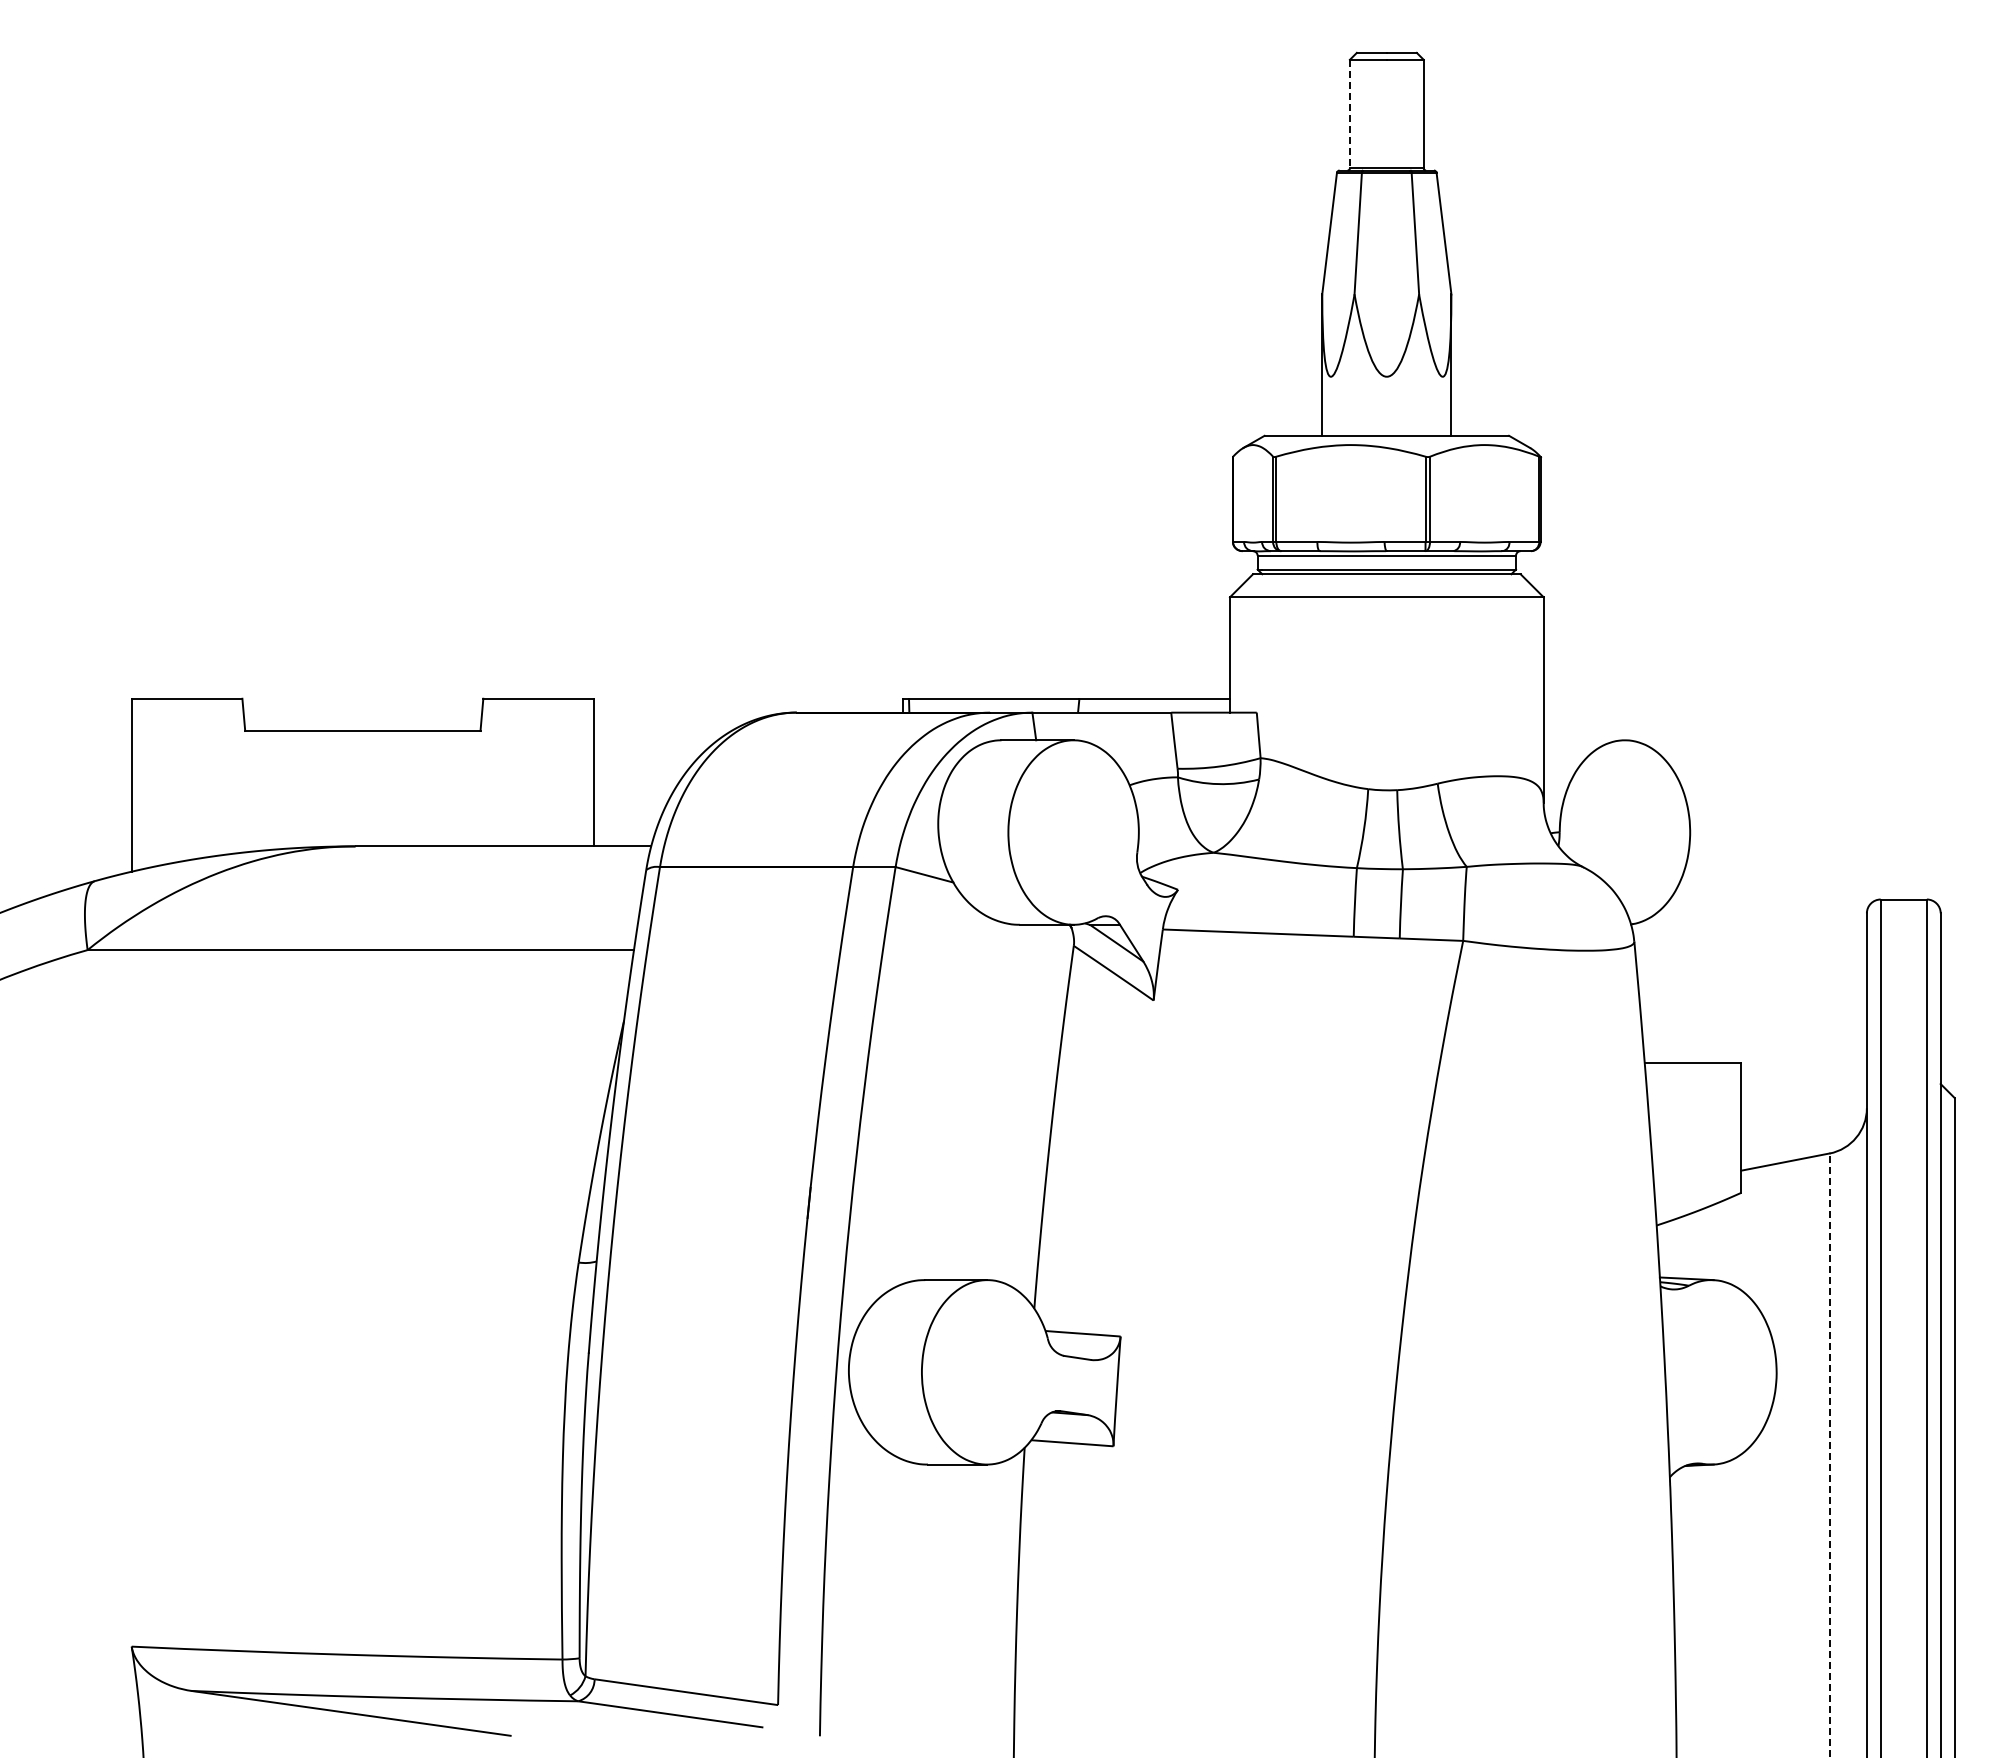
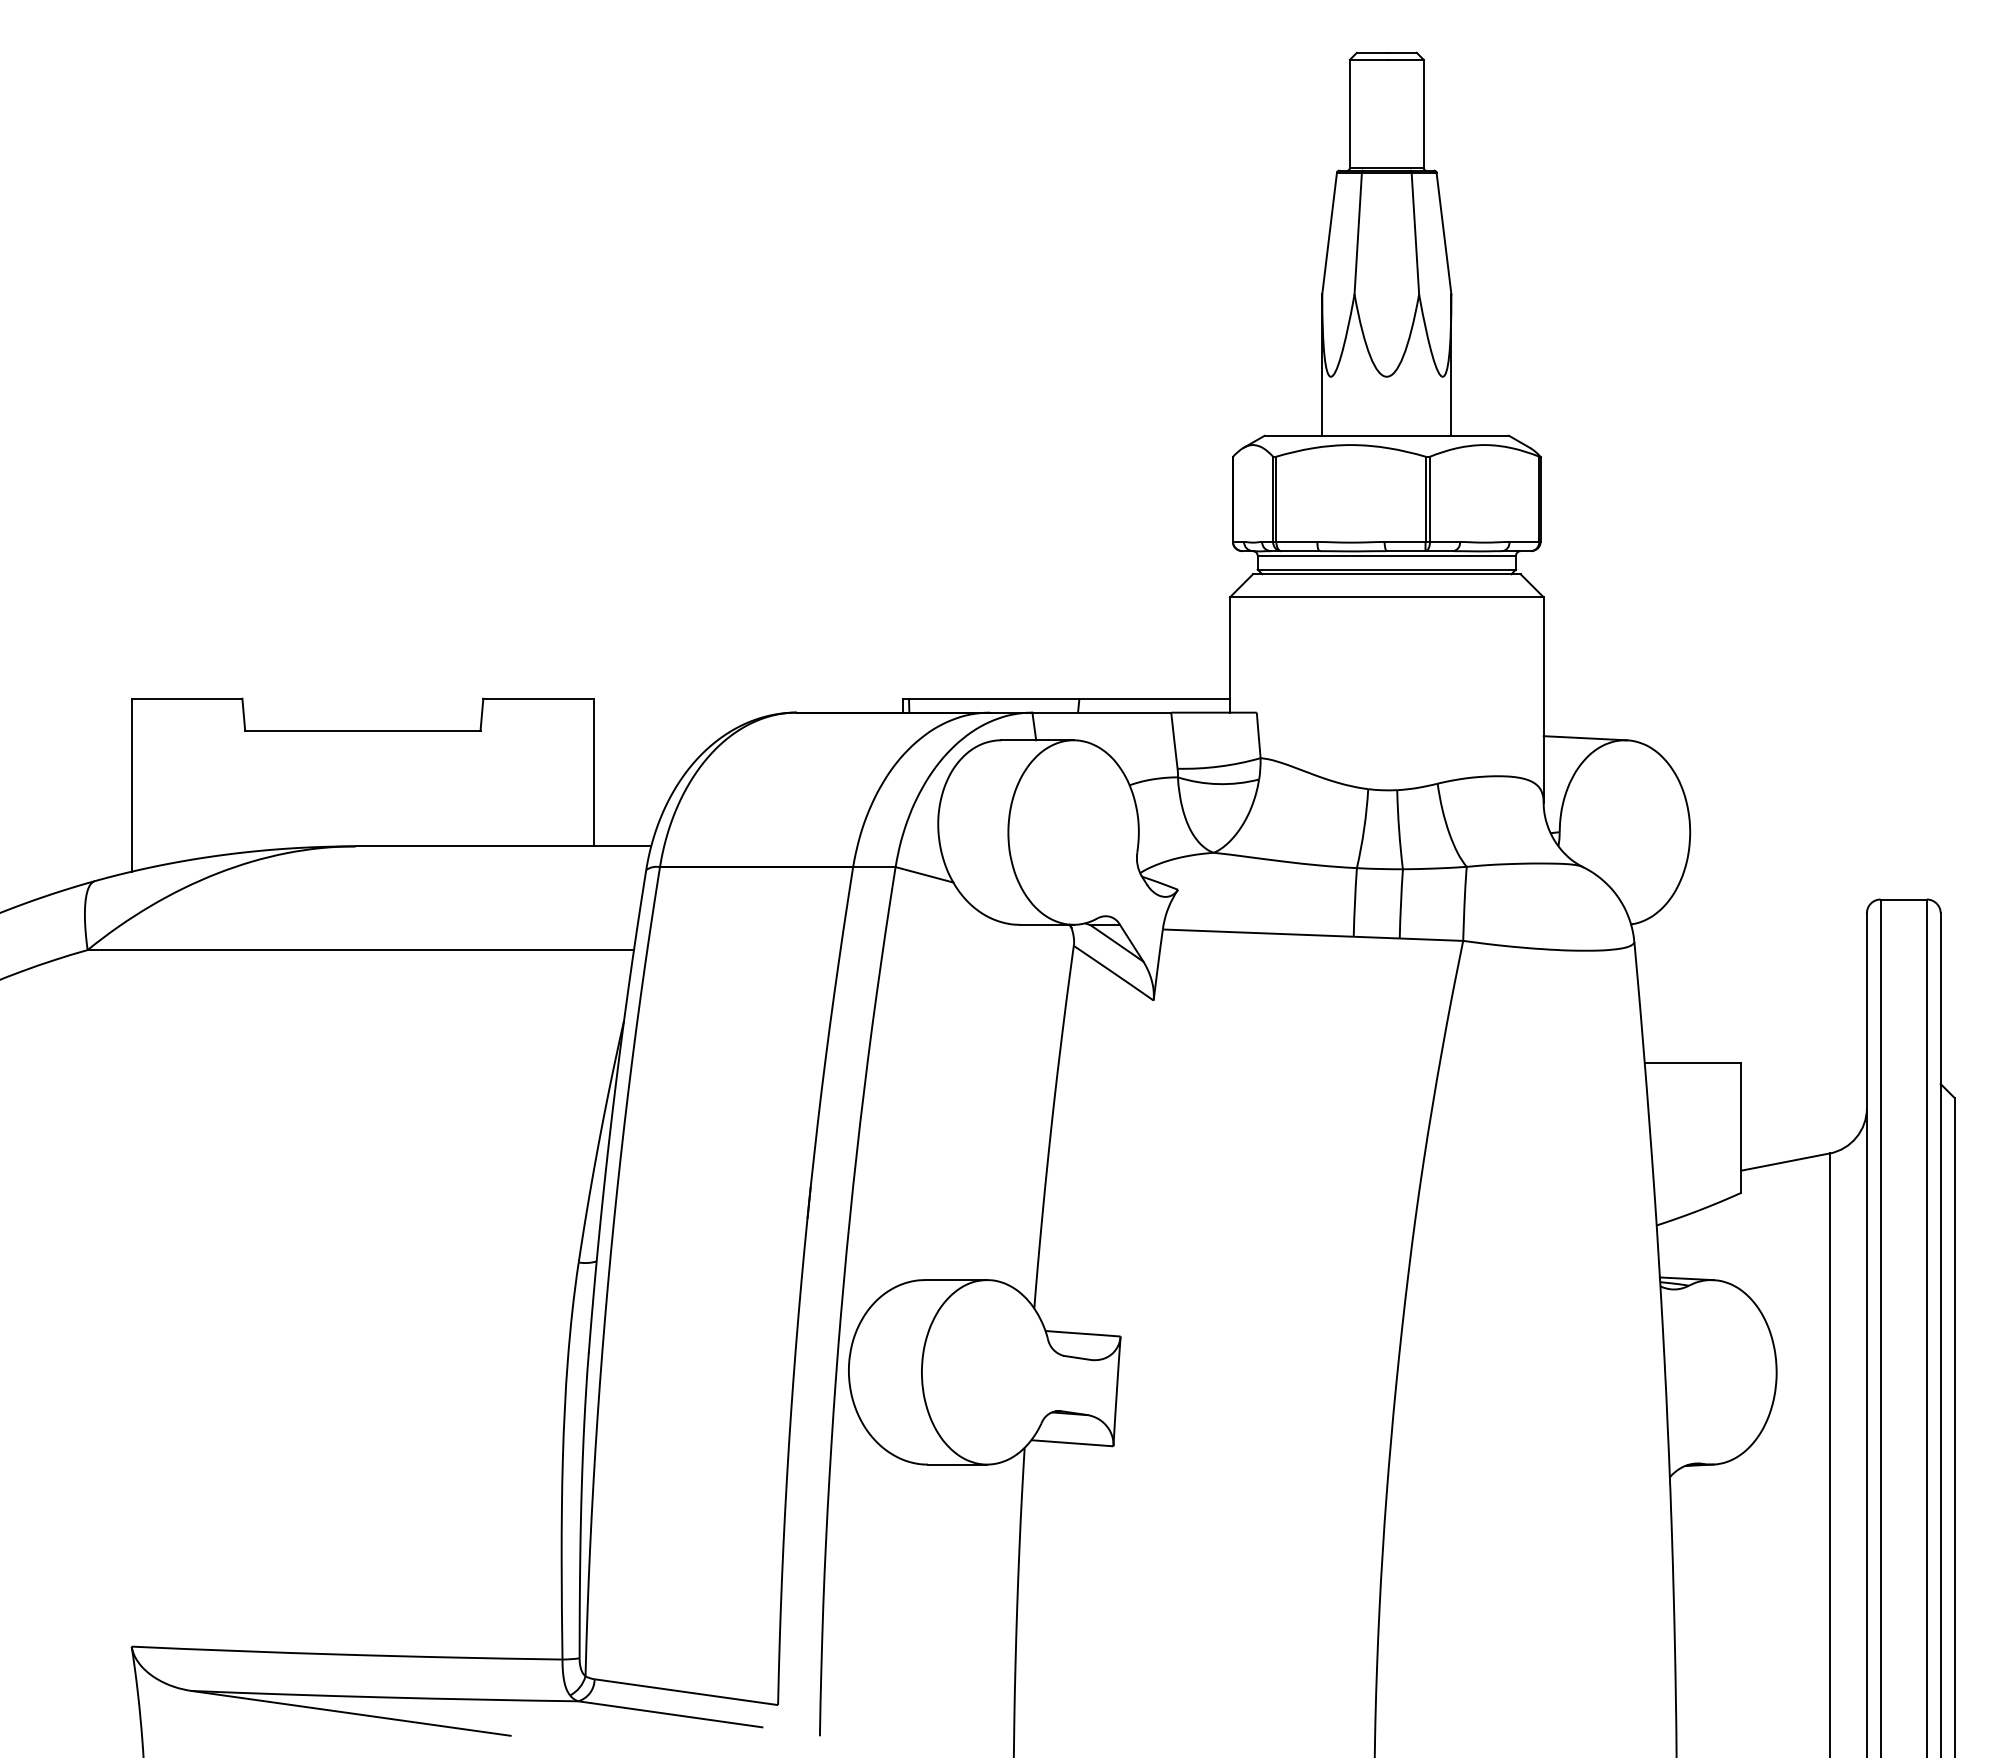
line at (1349, 114): dashed -> solid
line at (1585, 738): none -> present
line at (1829, 1455): dashed -> solid
